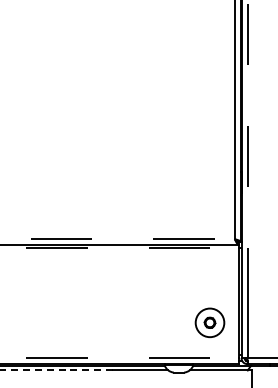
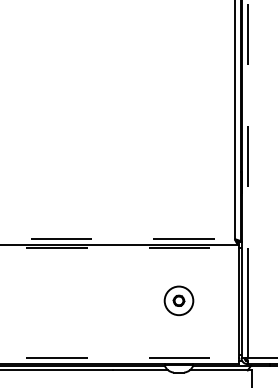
part at (209, 322) position: (209, 322) -> (178, 300)
line at (56, 370): dashed -> solid
